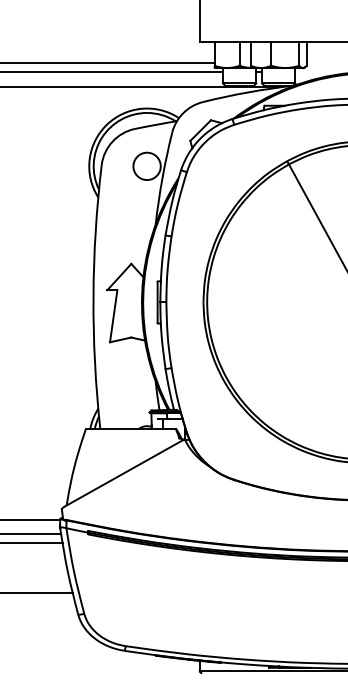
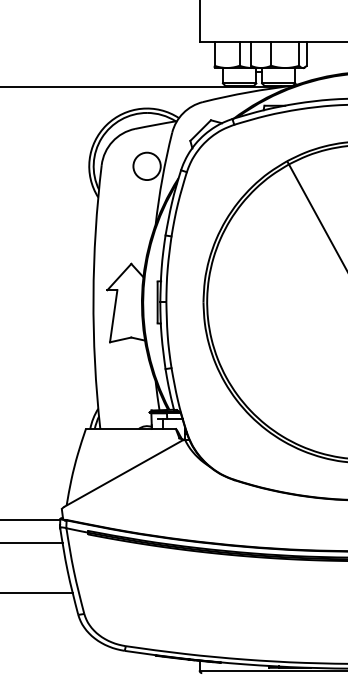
line at (108, 63): present -> none
line at (112, 71): present -> none
line at (31, 534): present -> none
